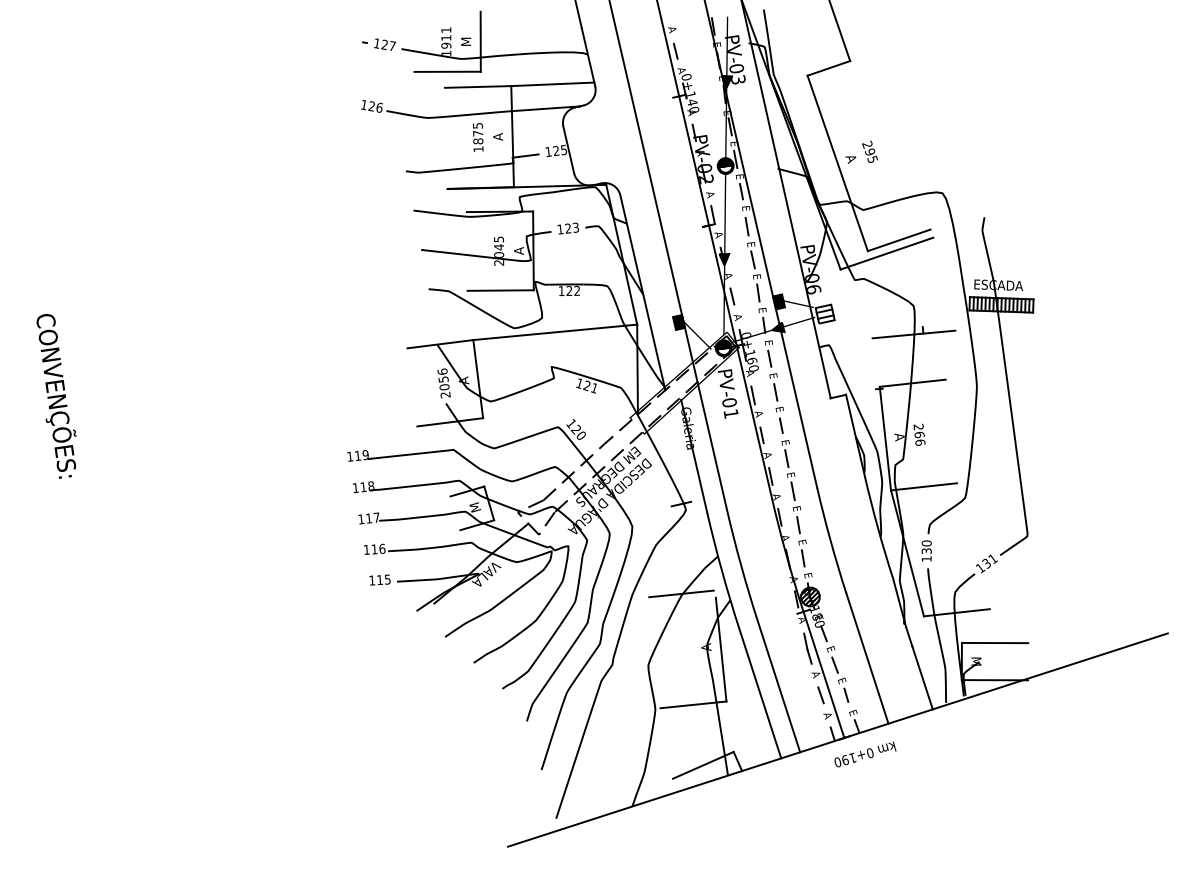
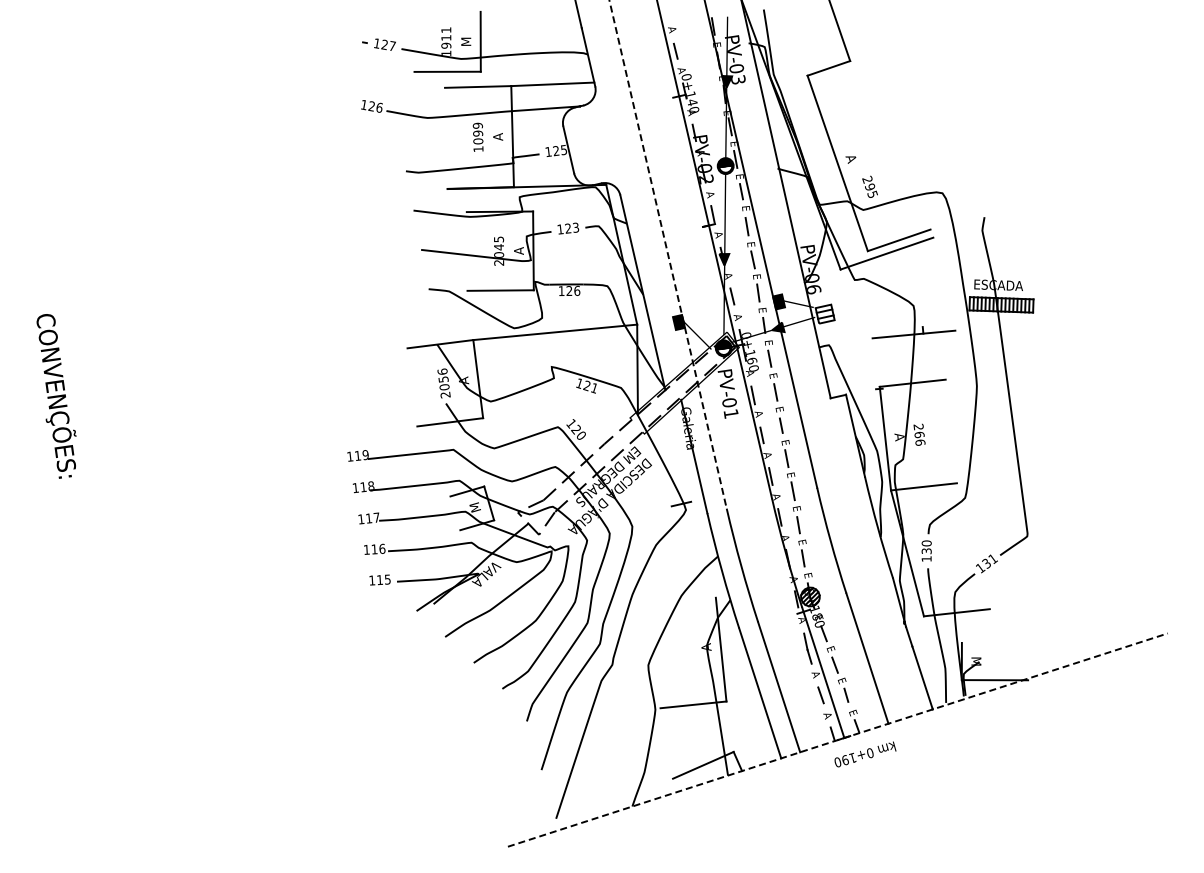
text at (477, 133): 1875 -> 1099
text at (869, 151) position: (869, 151) -> (869, 186)
line at (668, 254): solid -> dashed
text at (577, 290): 122 -> 126
line at (681, 593): present -> none
line at (994, 642): present -> none
line at (837, 740): solid -> dashed
